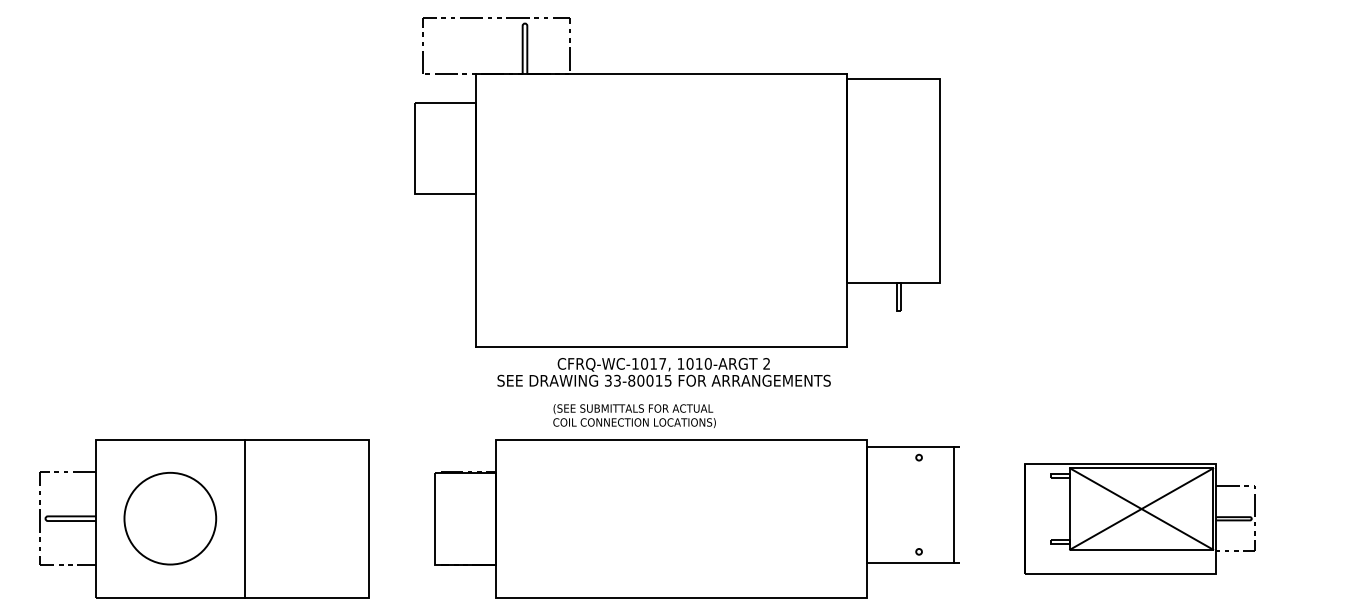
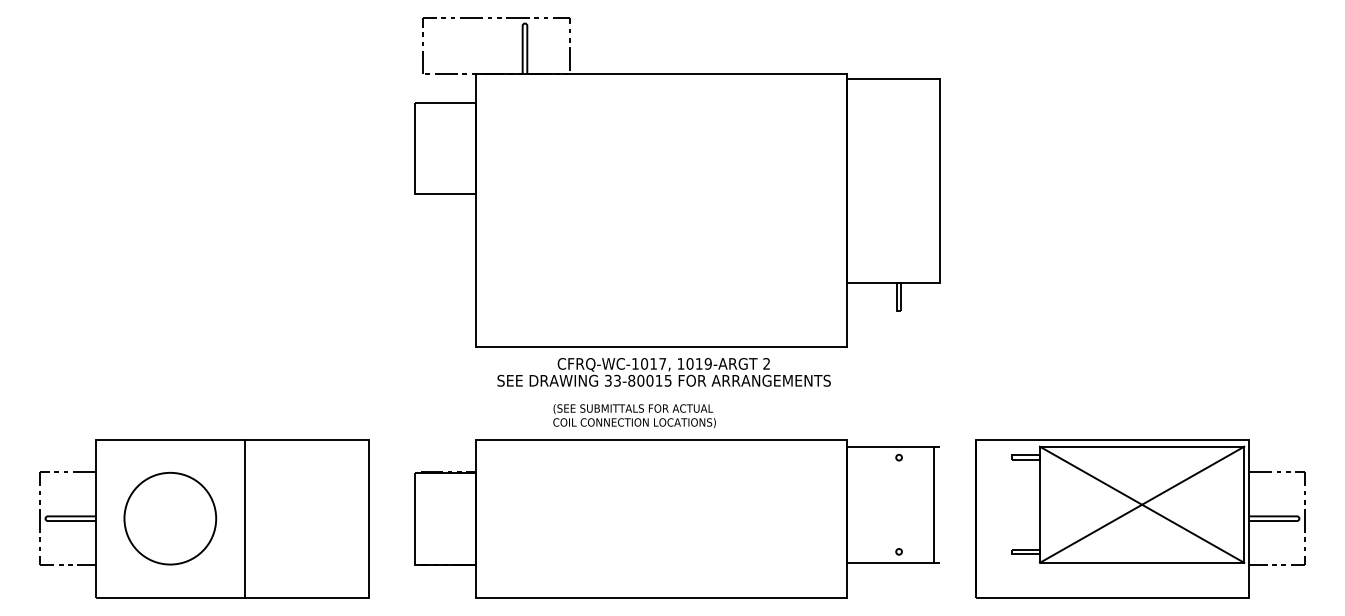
text at (707, 363): 1010-ARGT -> 1019-ARGT
part at (696, 518) position: (696, 518) -> (676, 518)
part at (1139, 518) size: 232x112 px -> 331x160 px
